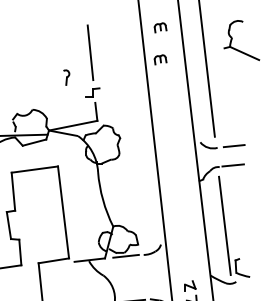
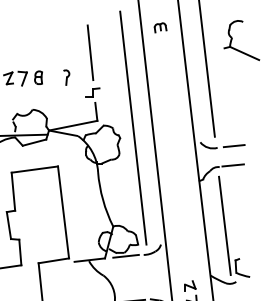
part at (160, 59): present -> none
part at (22, 78): none -> present
line at (133, 127): none -> present
